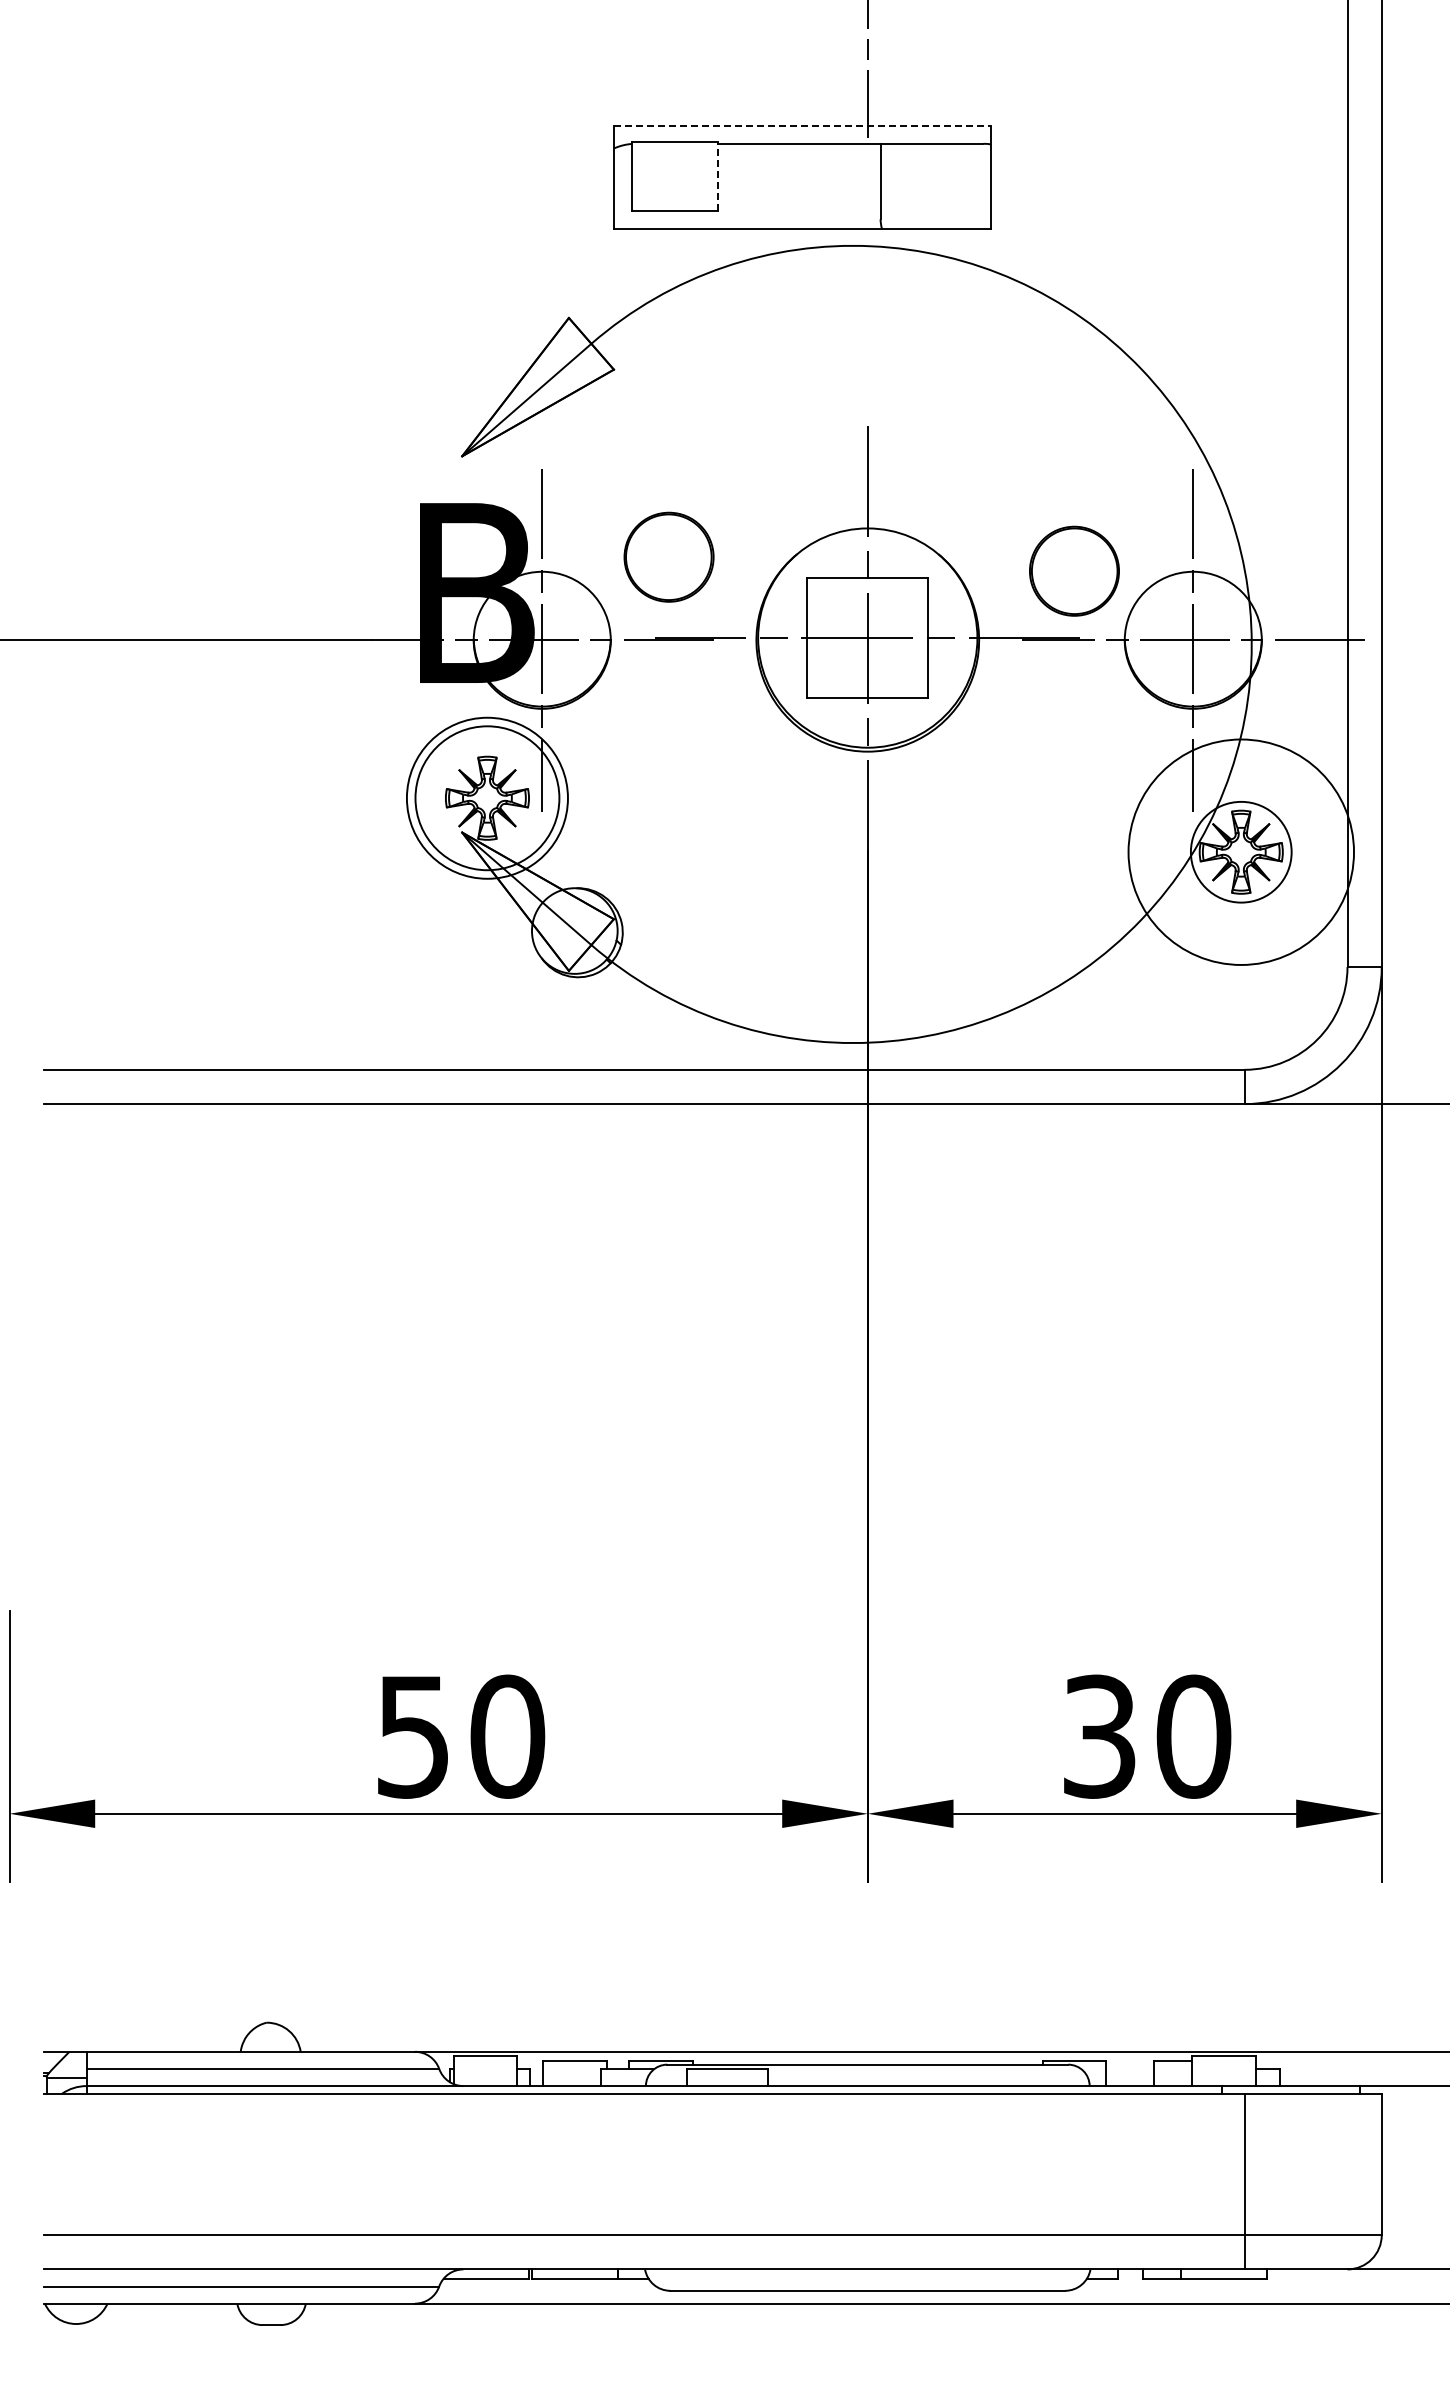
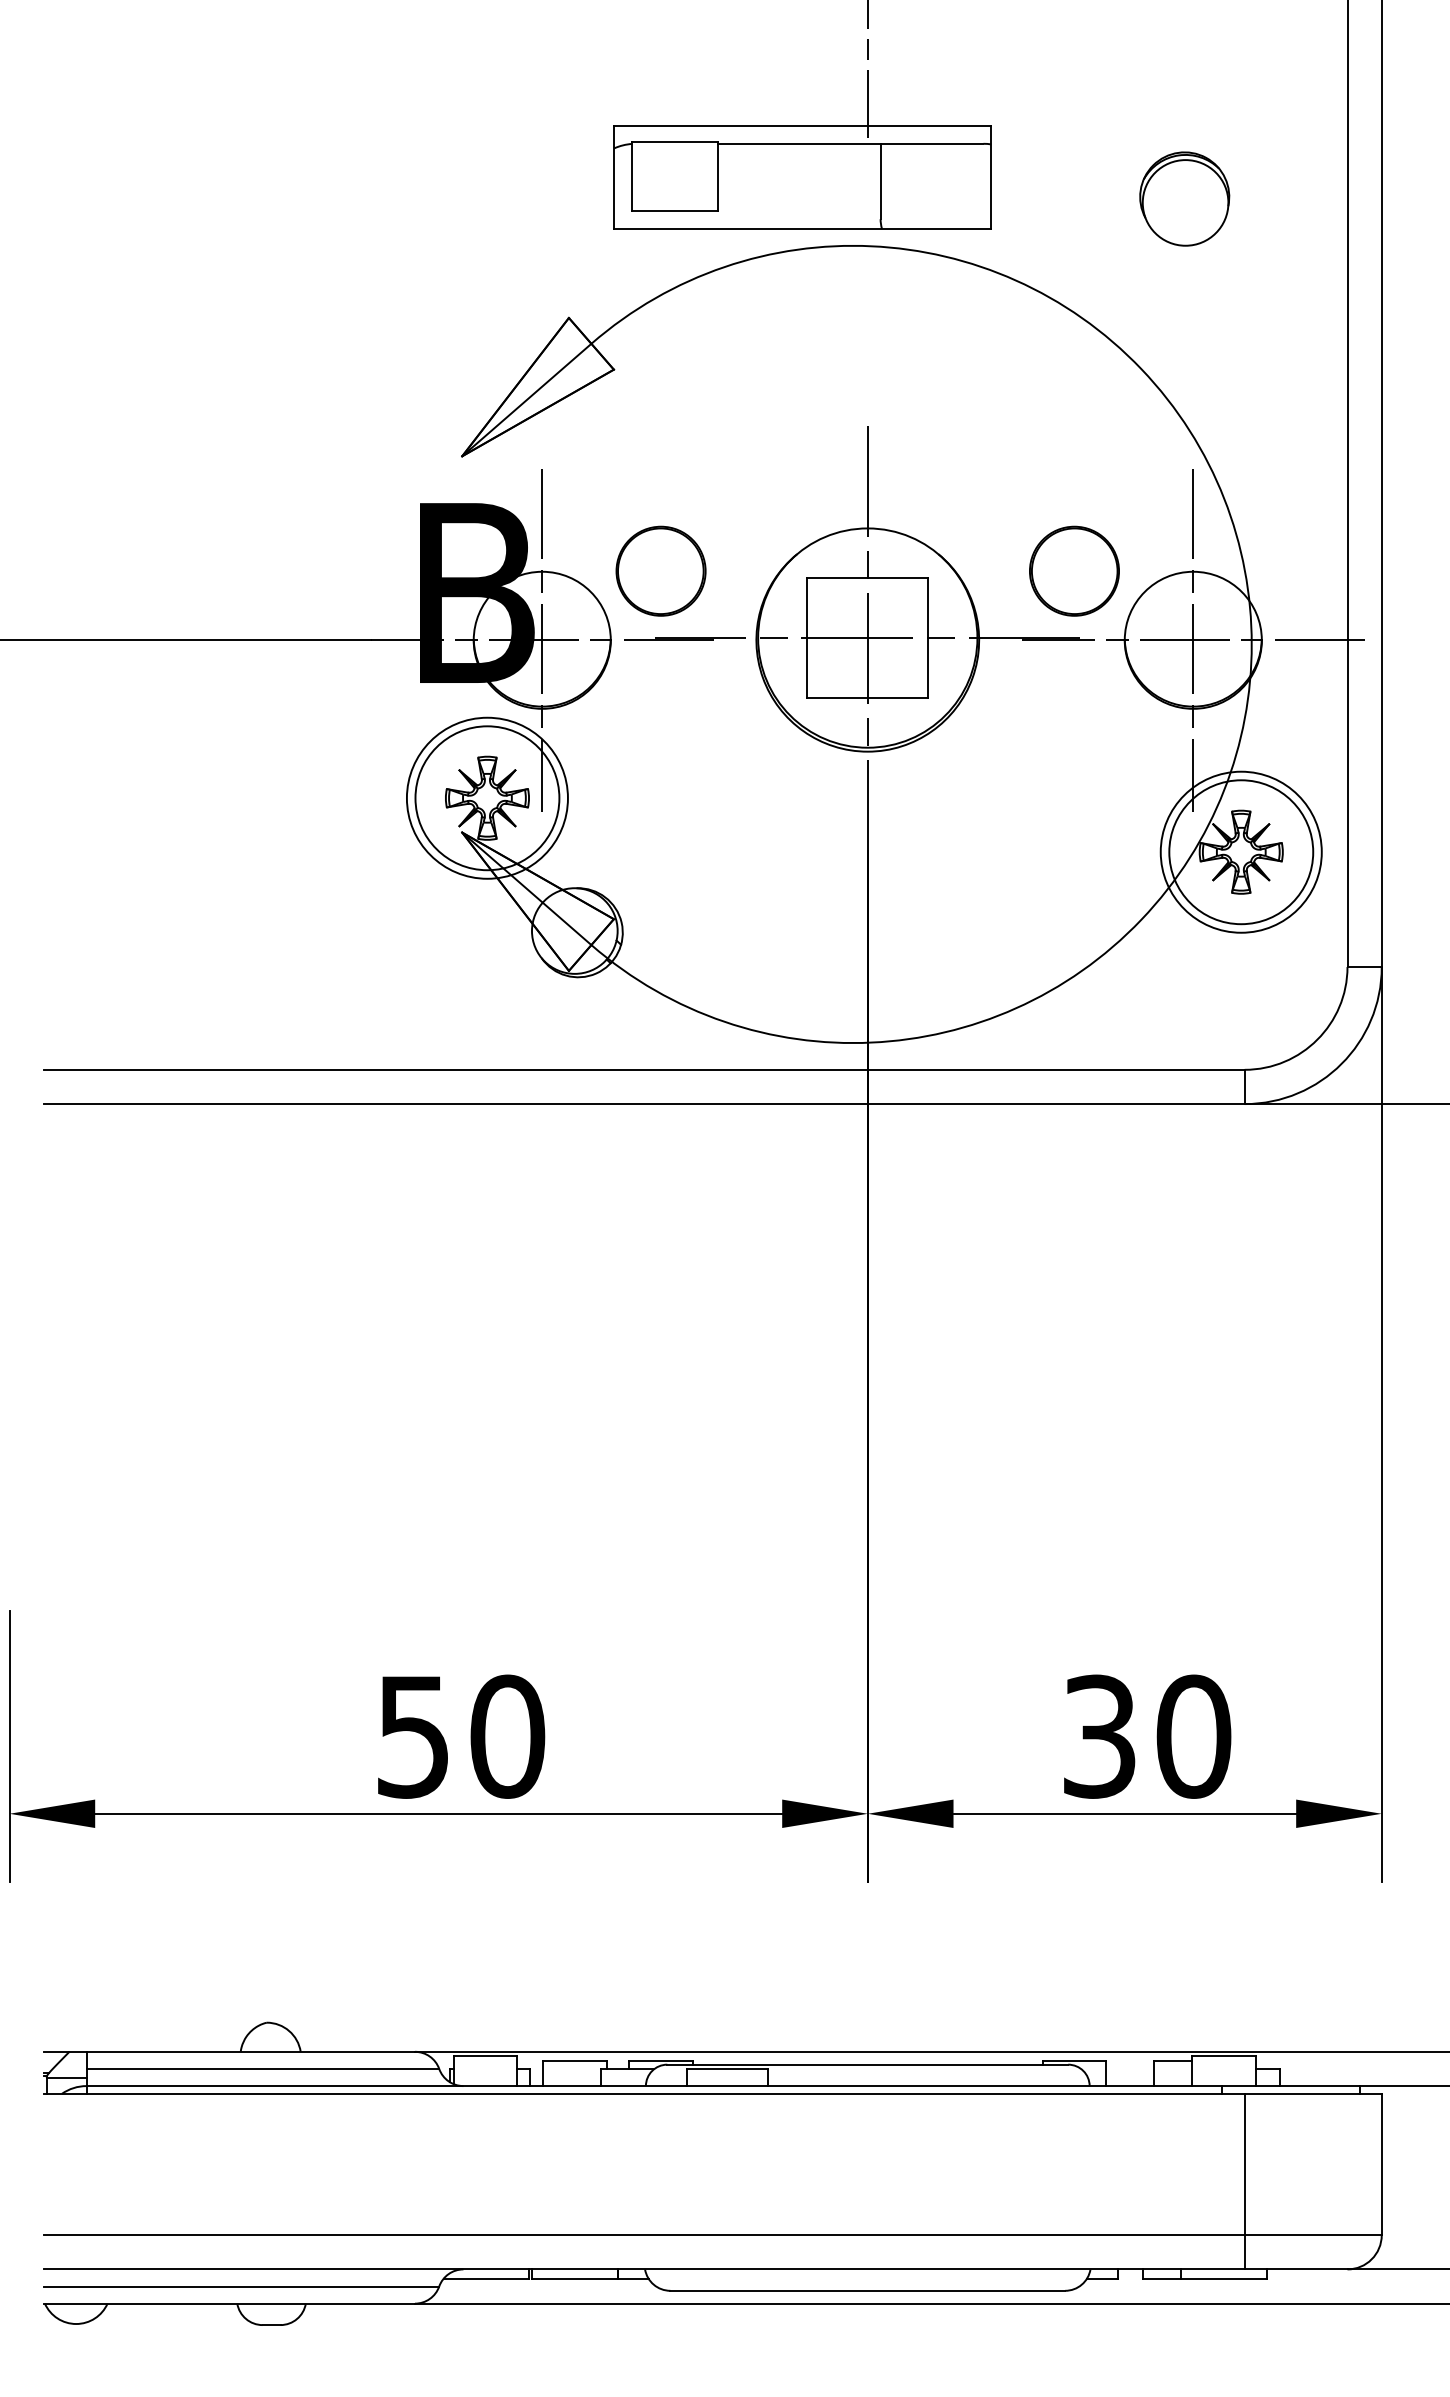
line at (803, 125): dashed -> solid
line at (717, 175): dashed -> solid
part at (1184, 198): none -> present
part at (668, 556) position: (668, 556) -> (660, 570)
circle at (1240, 851) diameter: 101 px -> 144 px
circle at (1241, 851) diameter: 225 px -> 161 px
